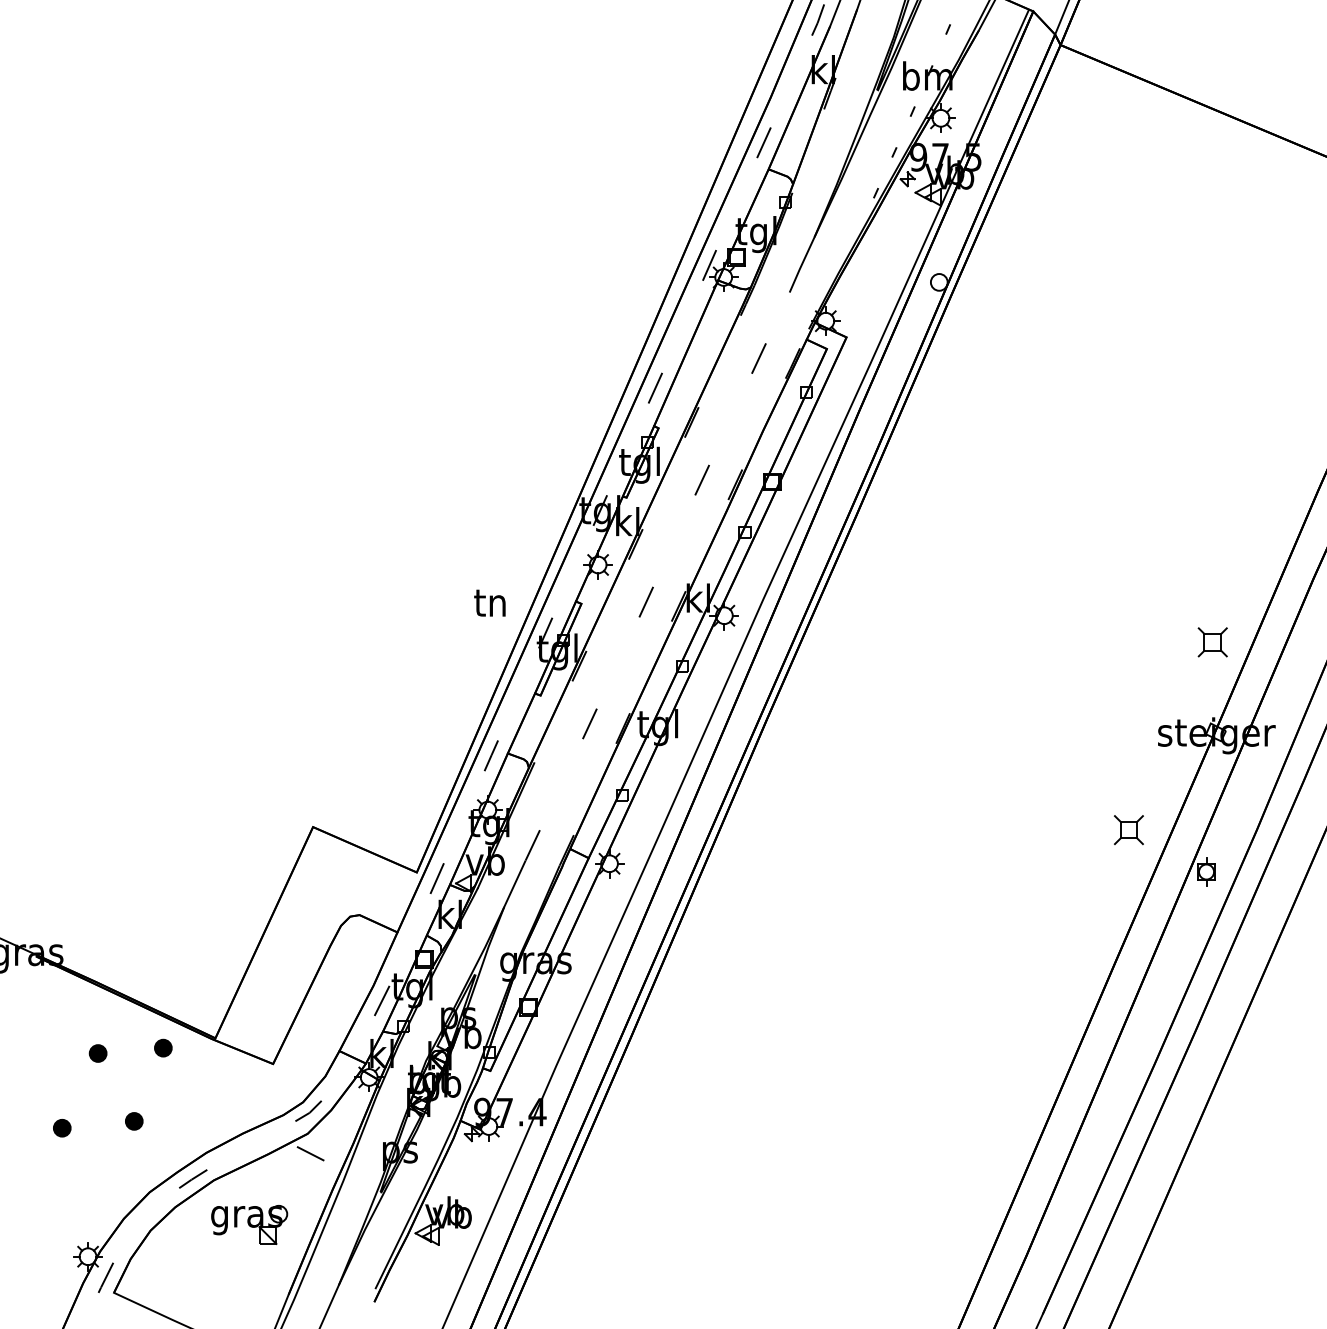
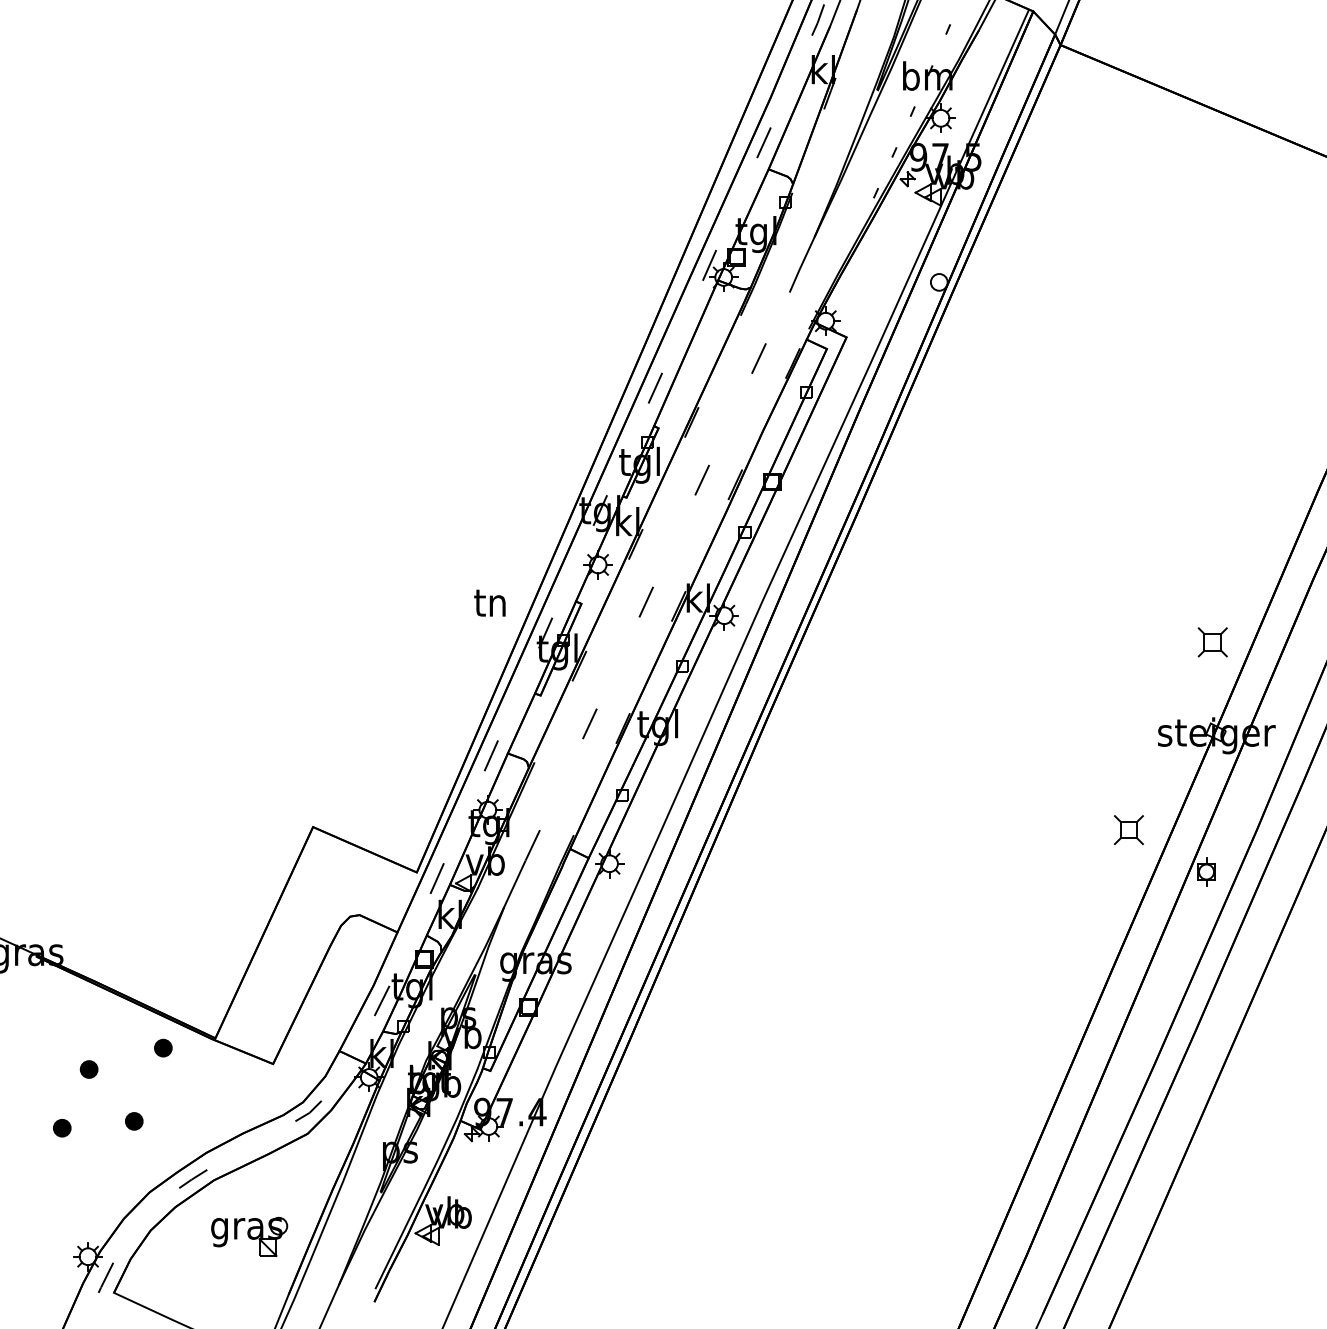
part at (97, 1053) position: (97, 1053) -> (88, 1069)
line at (310, 1153): present -> none
part at (249, 1224) position: (249, 1224) -> (249, 1236)
